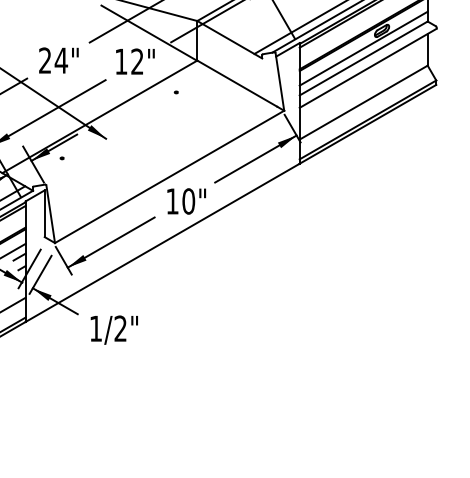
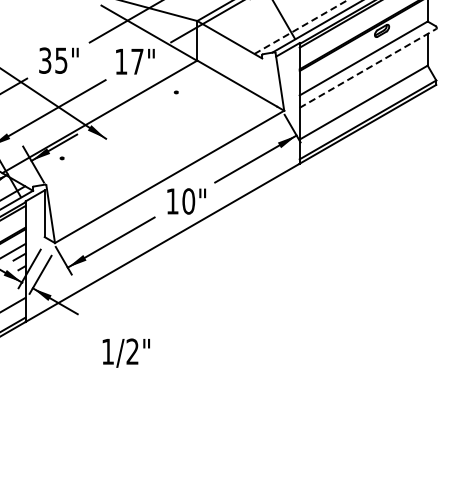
line at (301, 27): solid -> dashed
line at (363, 48): present -> none
text at (53, 60): 24" -> 35"
text at (137, 61): 12" -> 17"
line at (368, 68): solid -> dashed
text at (113, 329) position: (113, 329) -> (125, 352)
